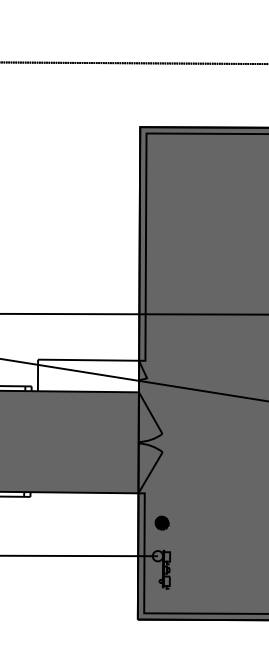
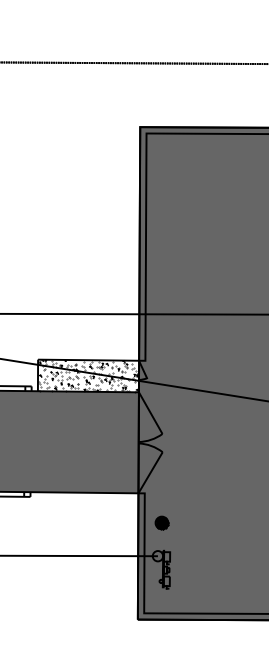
hatch at (88, 375): none -> present
